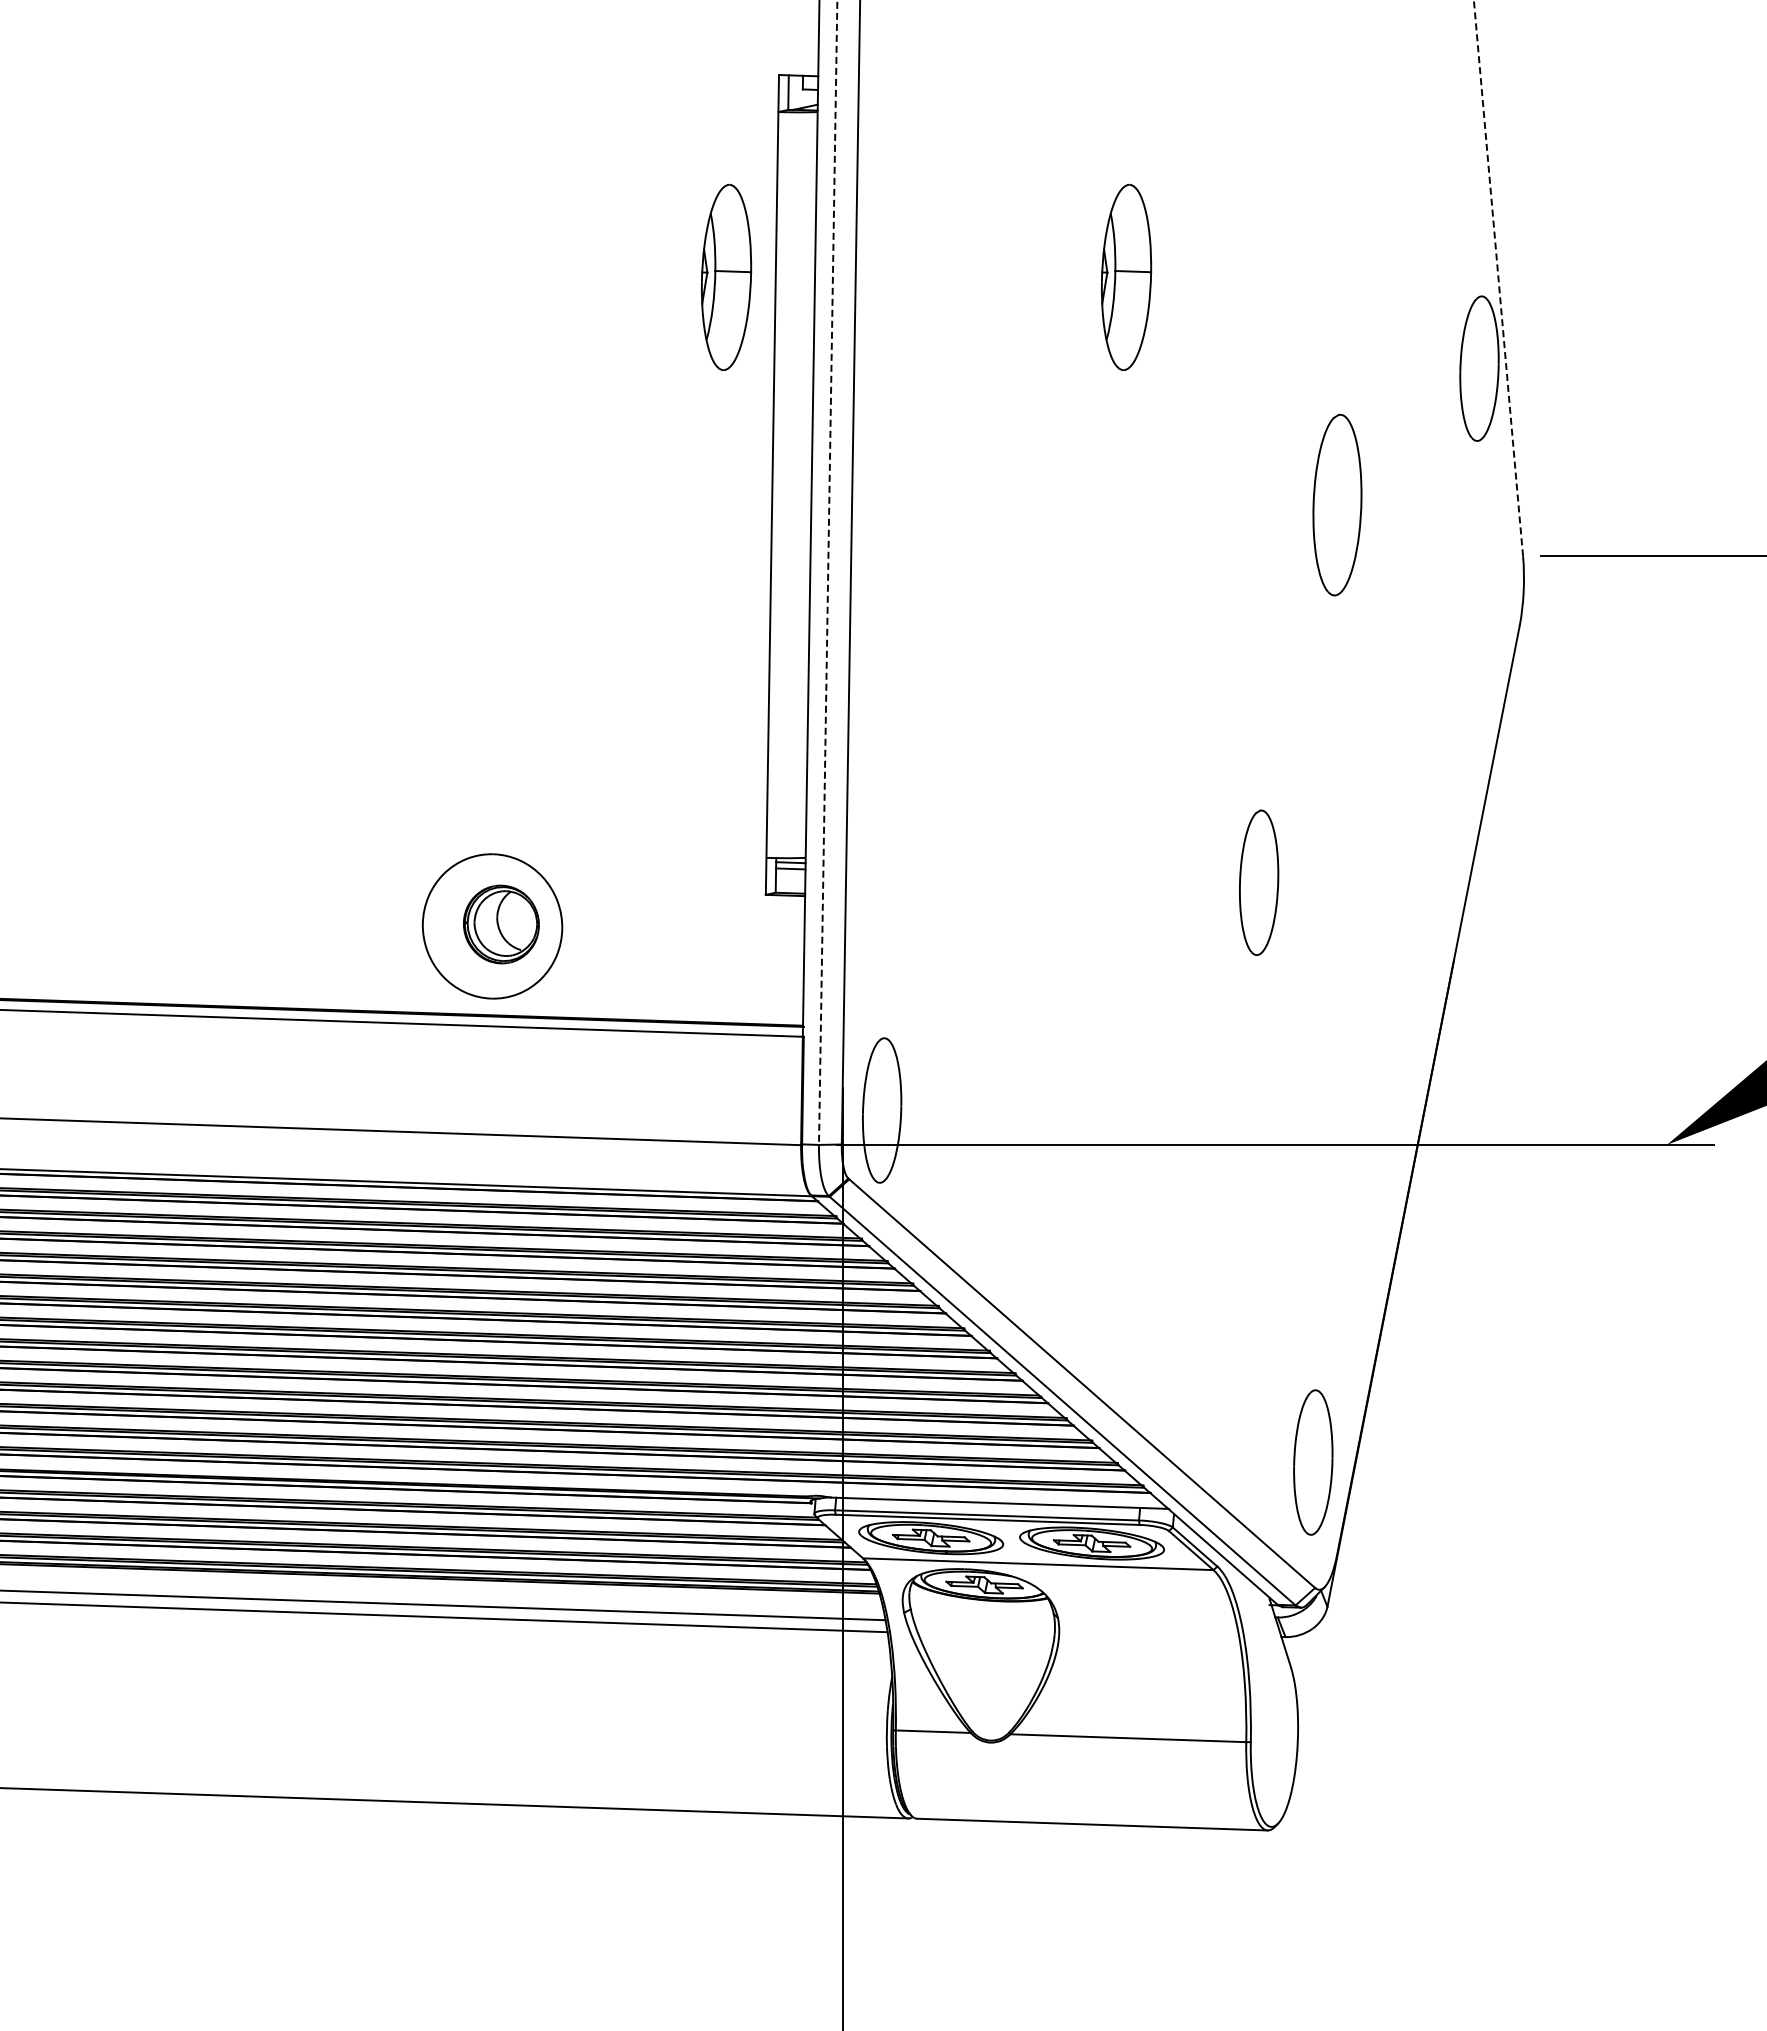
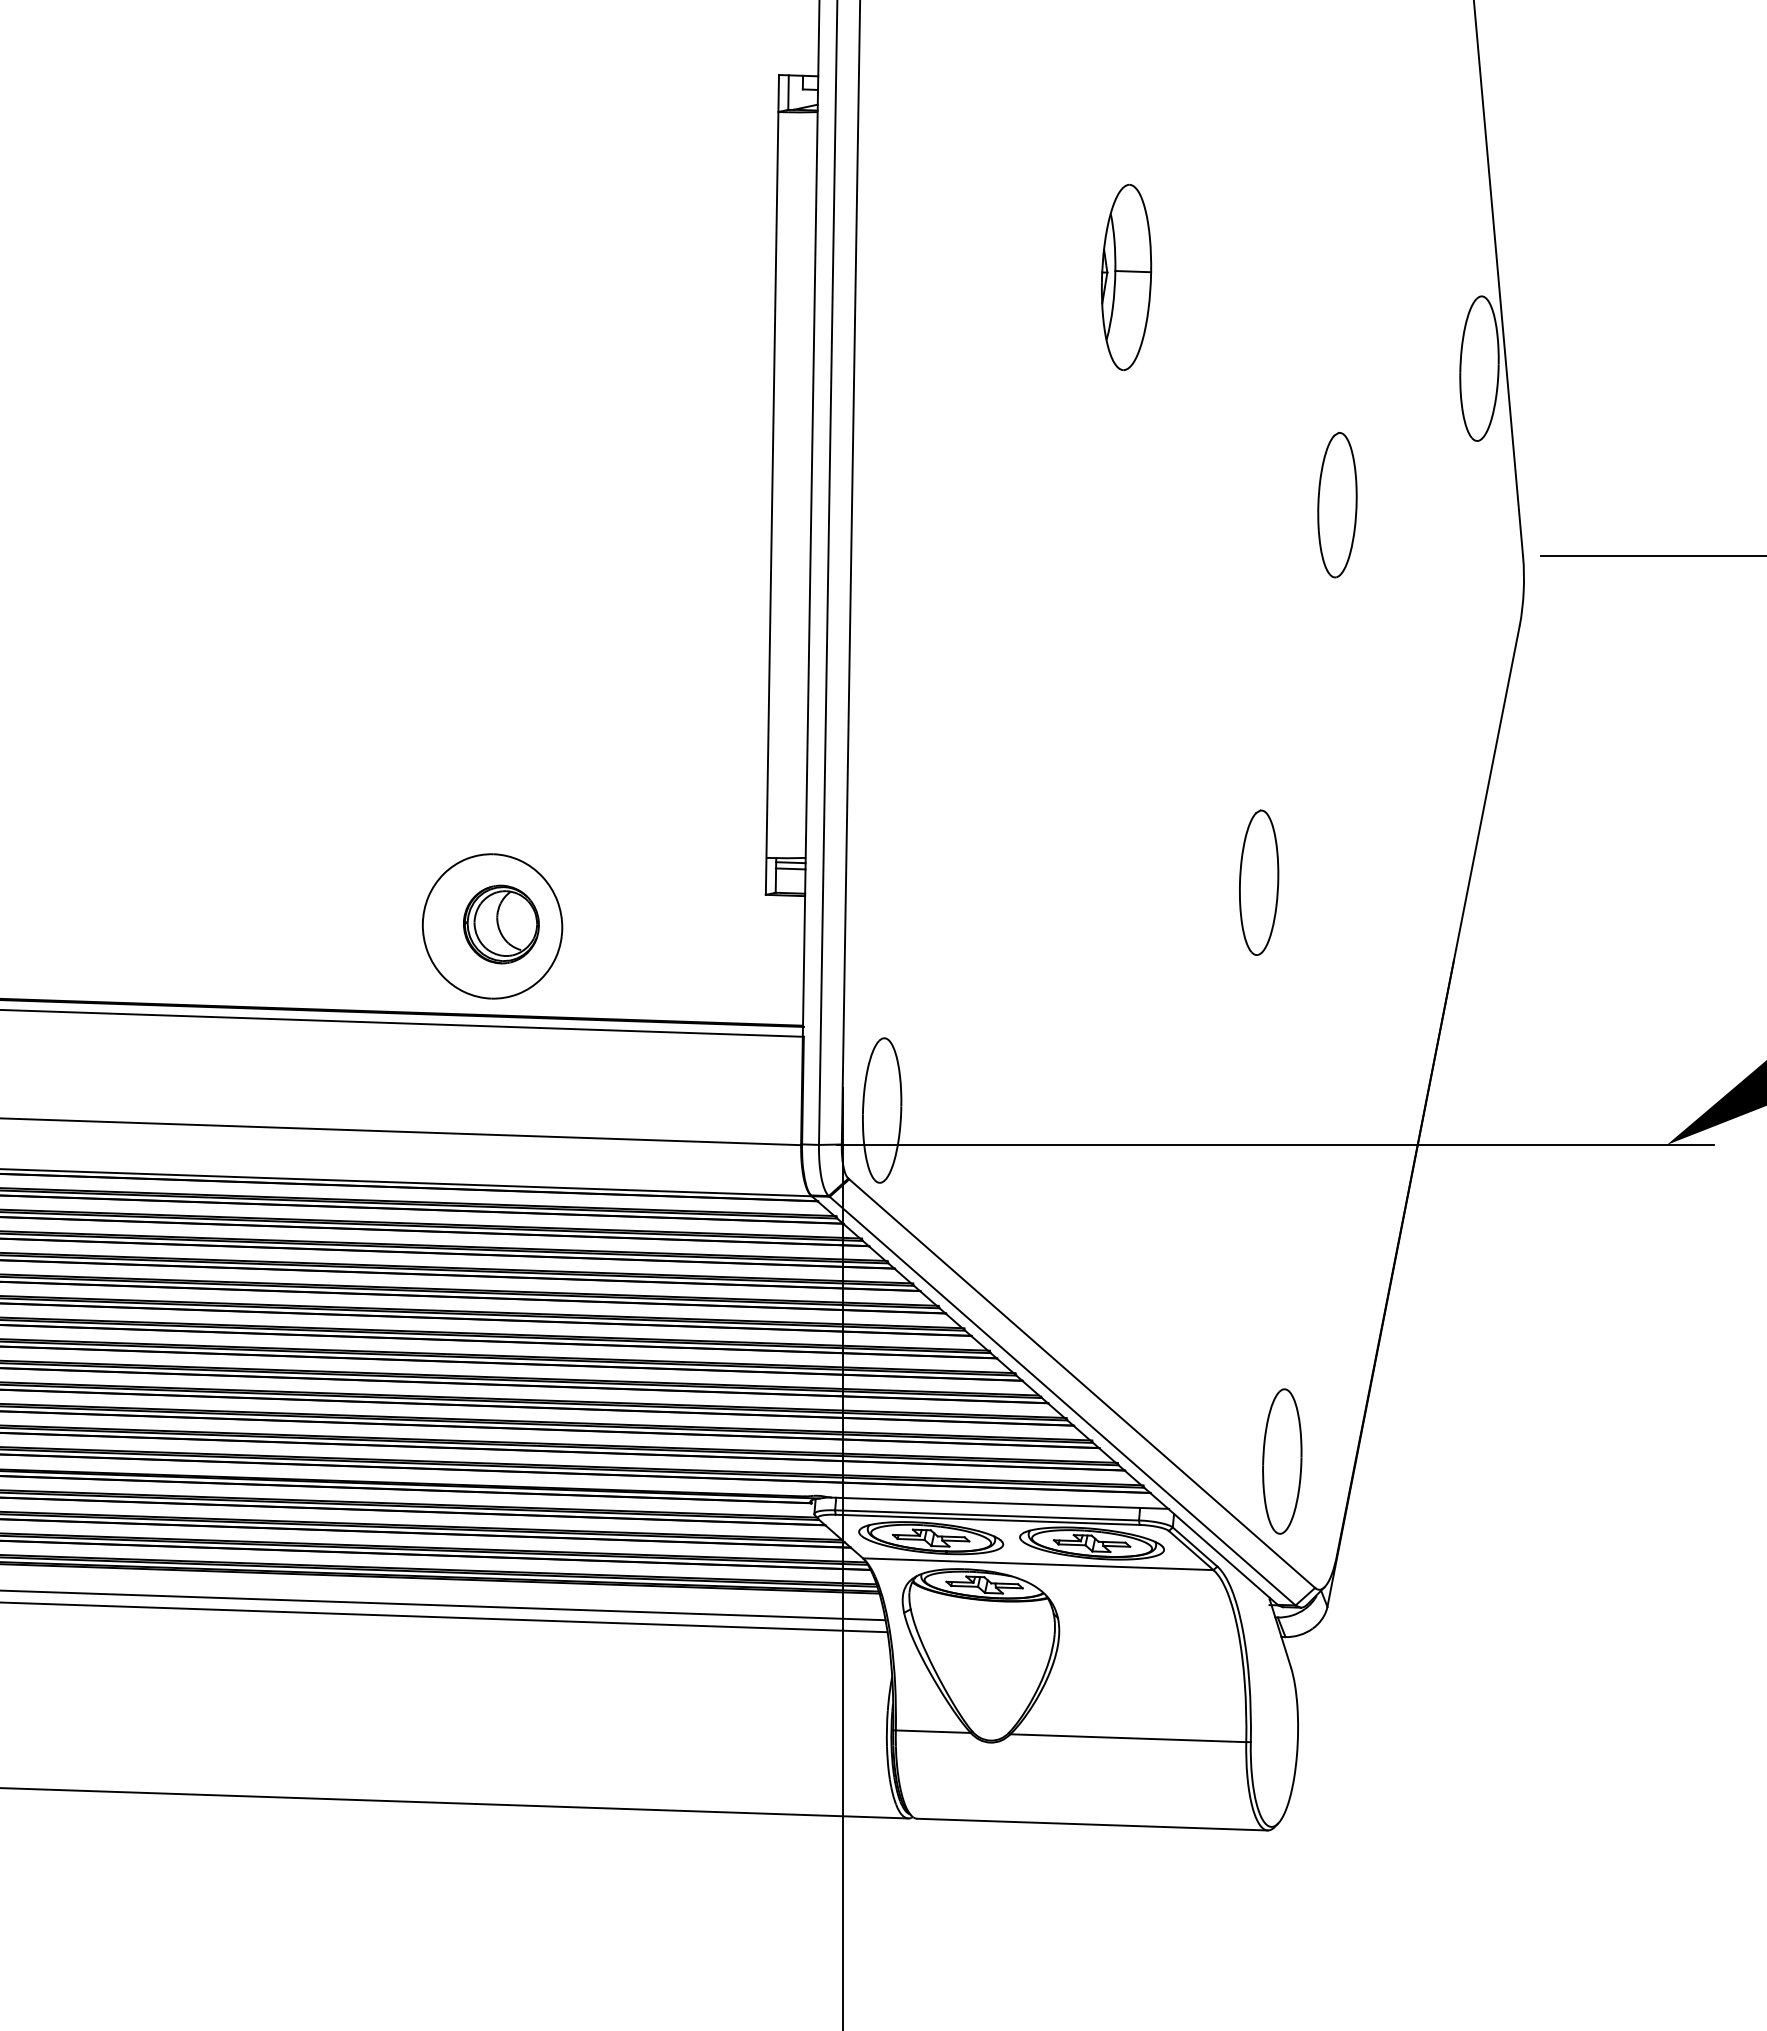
part at (726, 277): present -> none
line at (1498, 277): dashed -> solid
part at (1337, 504) size: 51x184 px -> 41x147 px
line at (828, 573): dashed -> solid
part at (1313, 1462) position: (1313, 1462) -> (1282, 1461)
